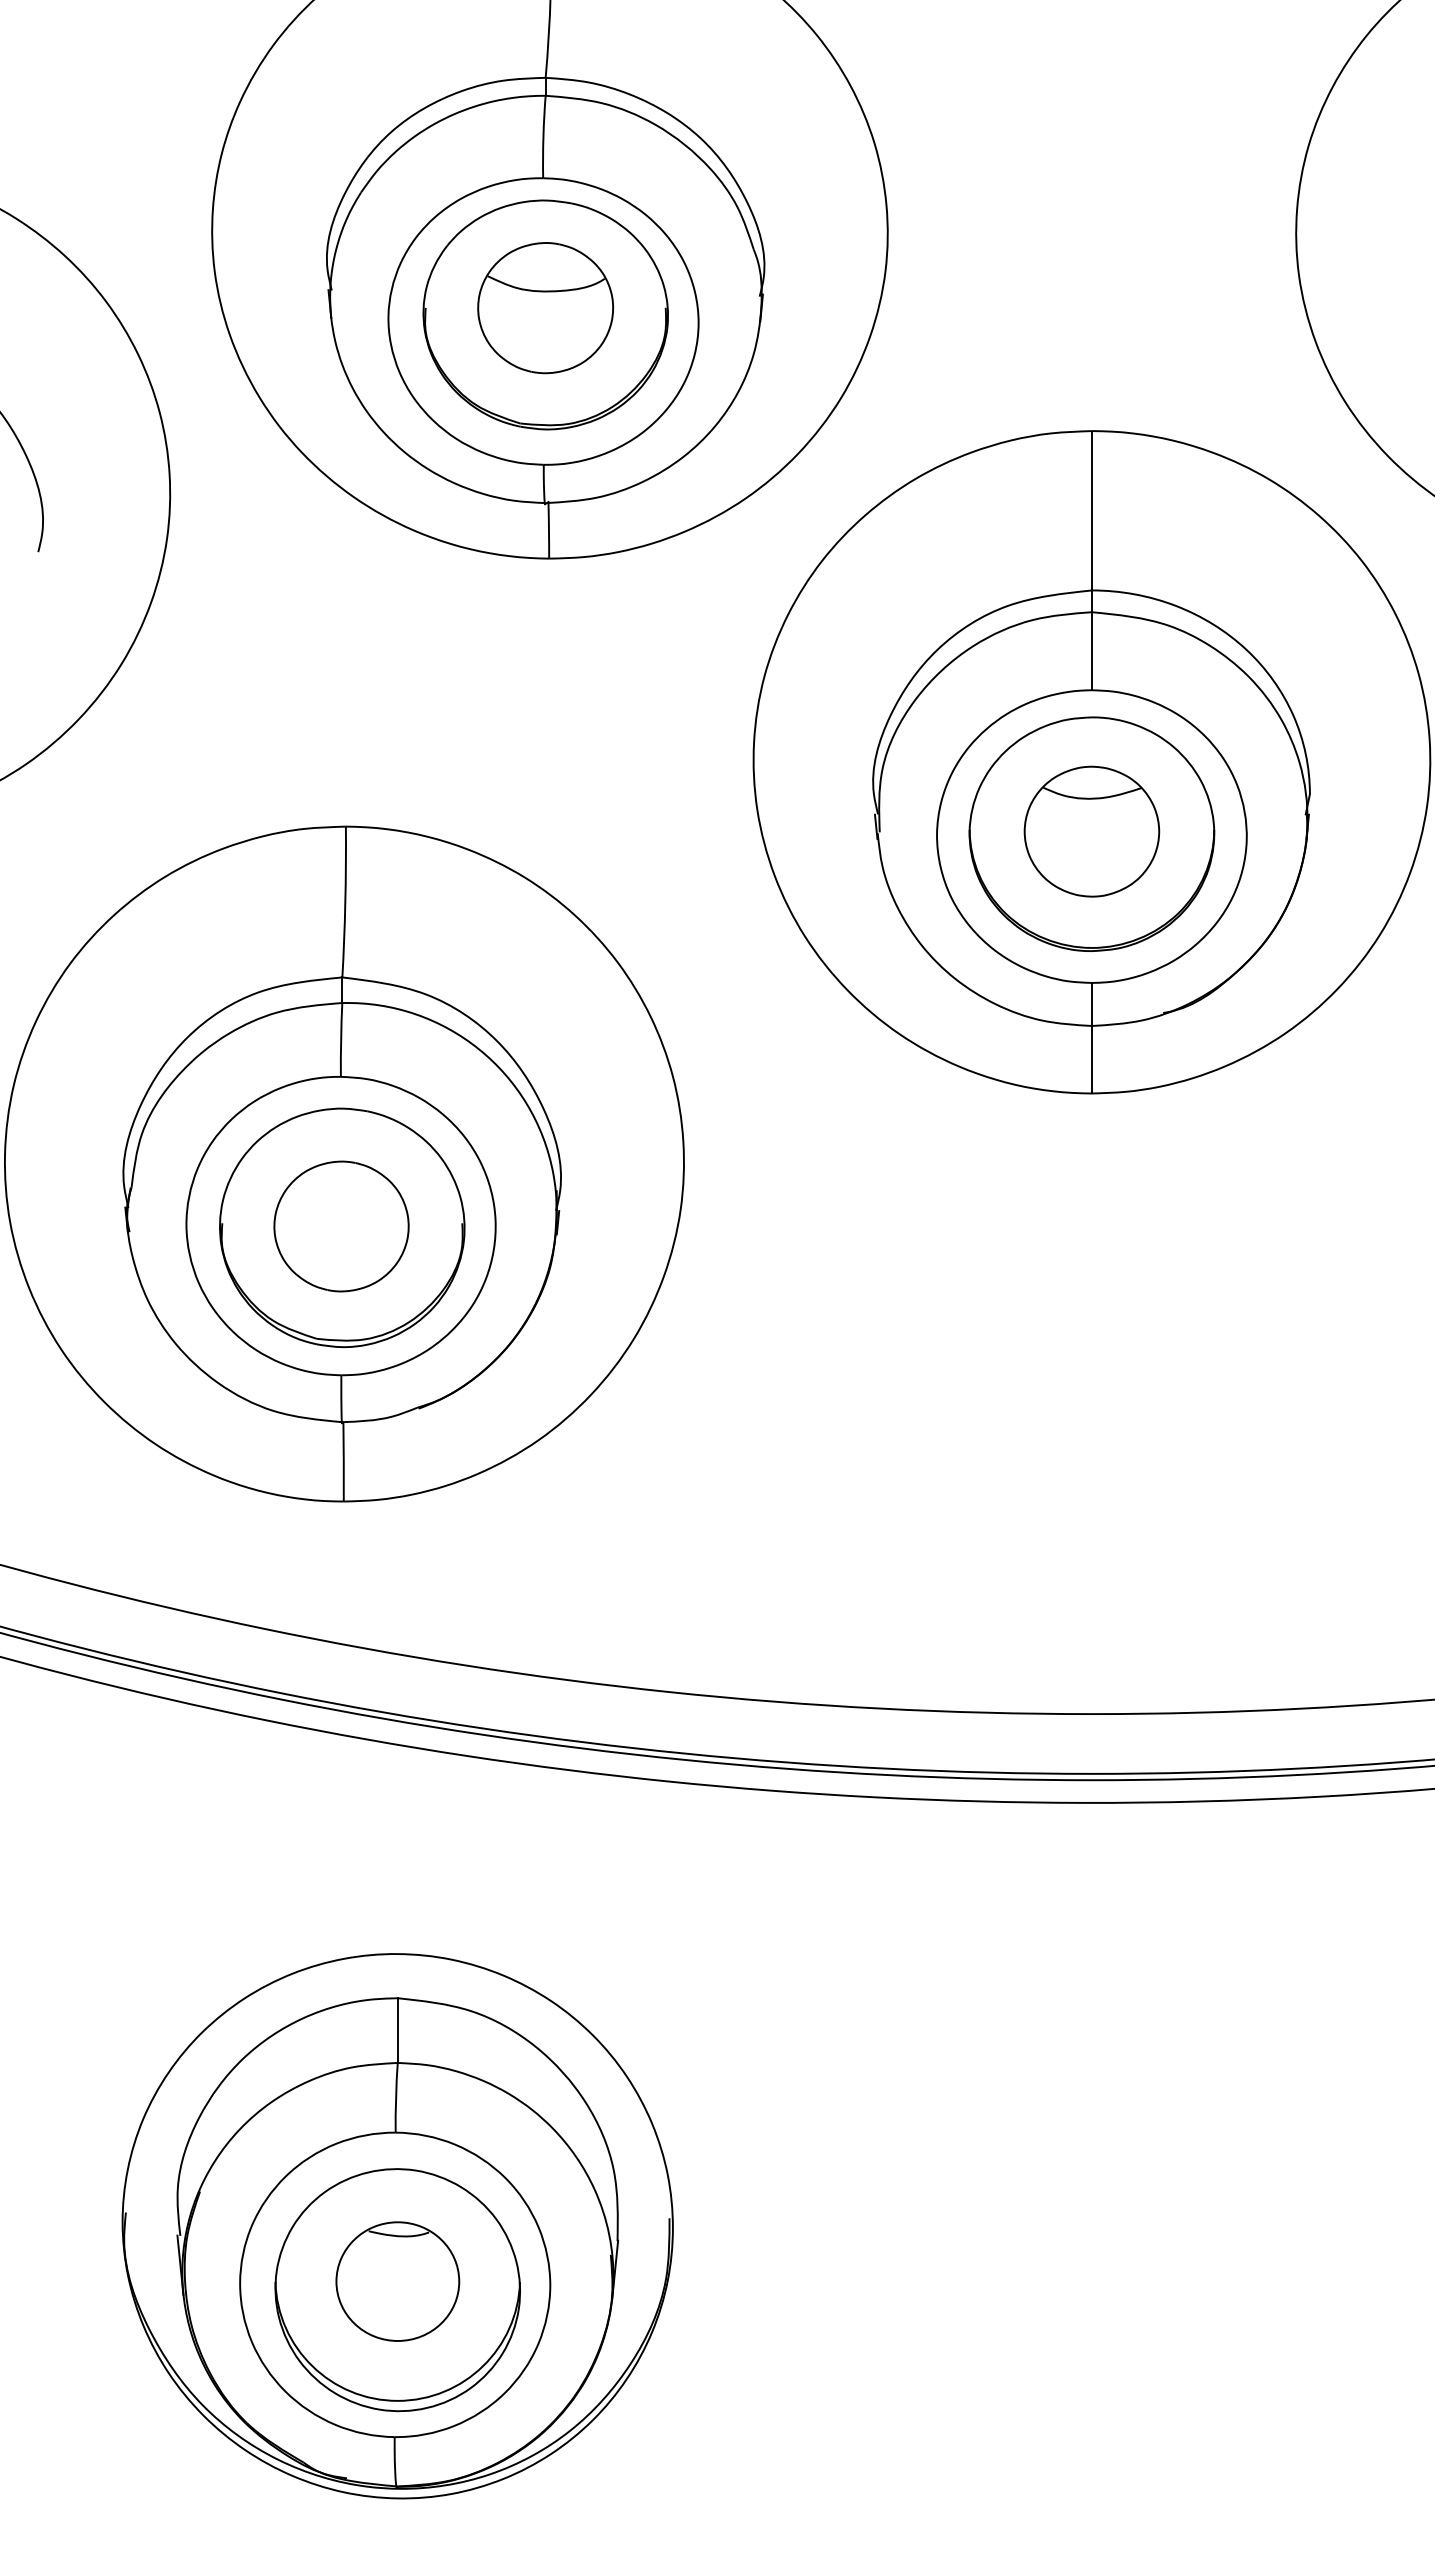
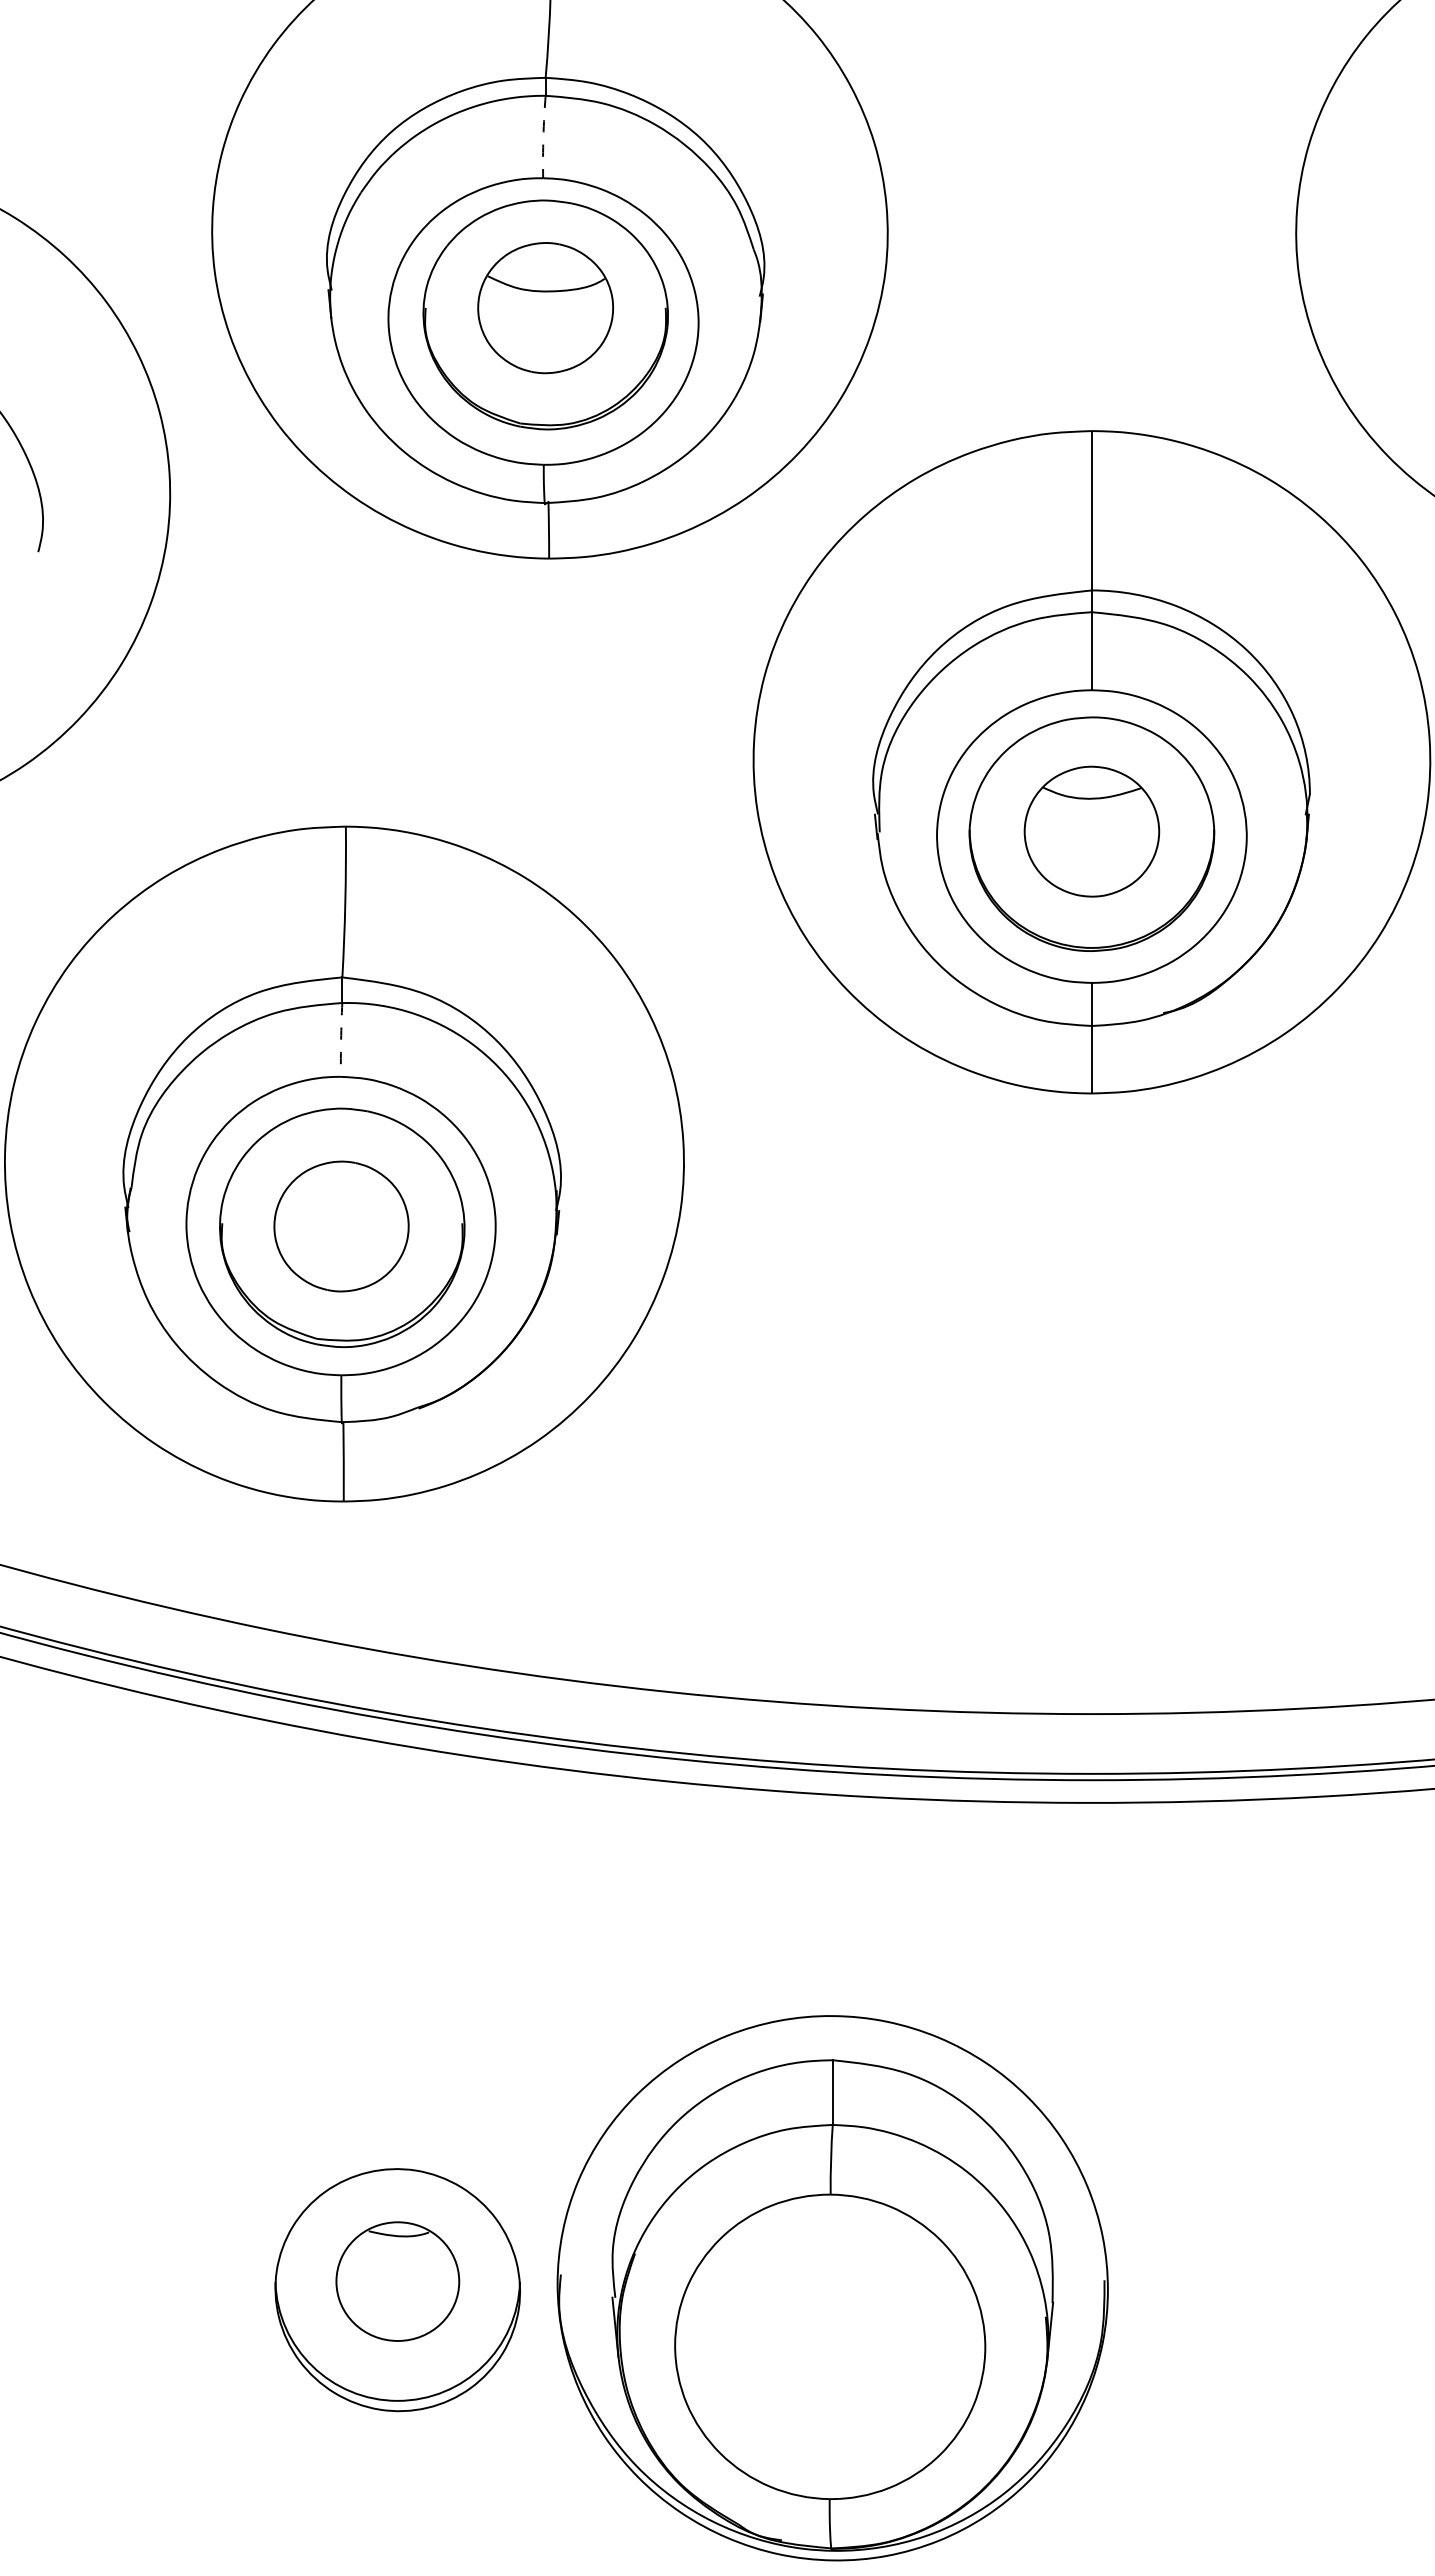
arc at (543, 136): solid -> dashed
arc at (341, 1039): solid -> dashed
part at (397, 2226) position: (397, 2226) -> (832, 2288)
